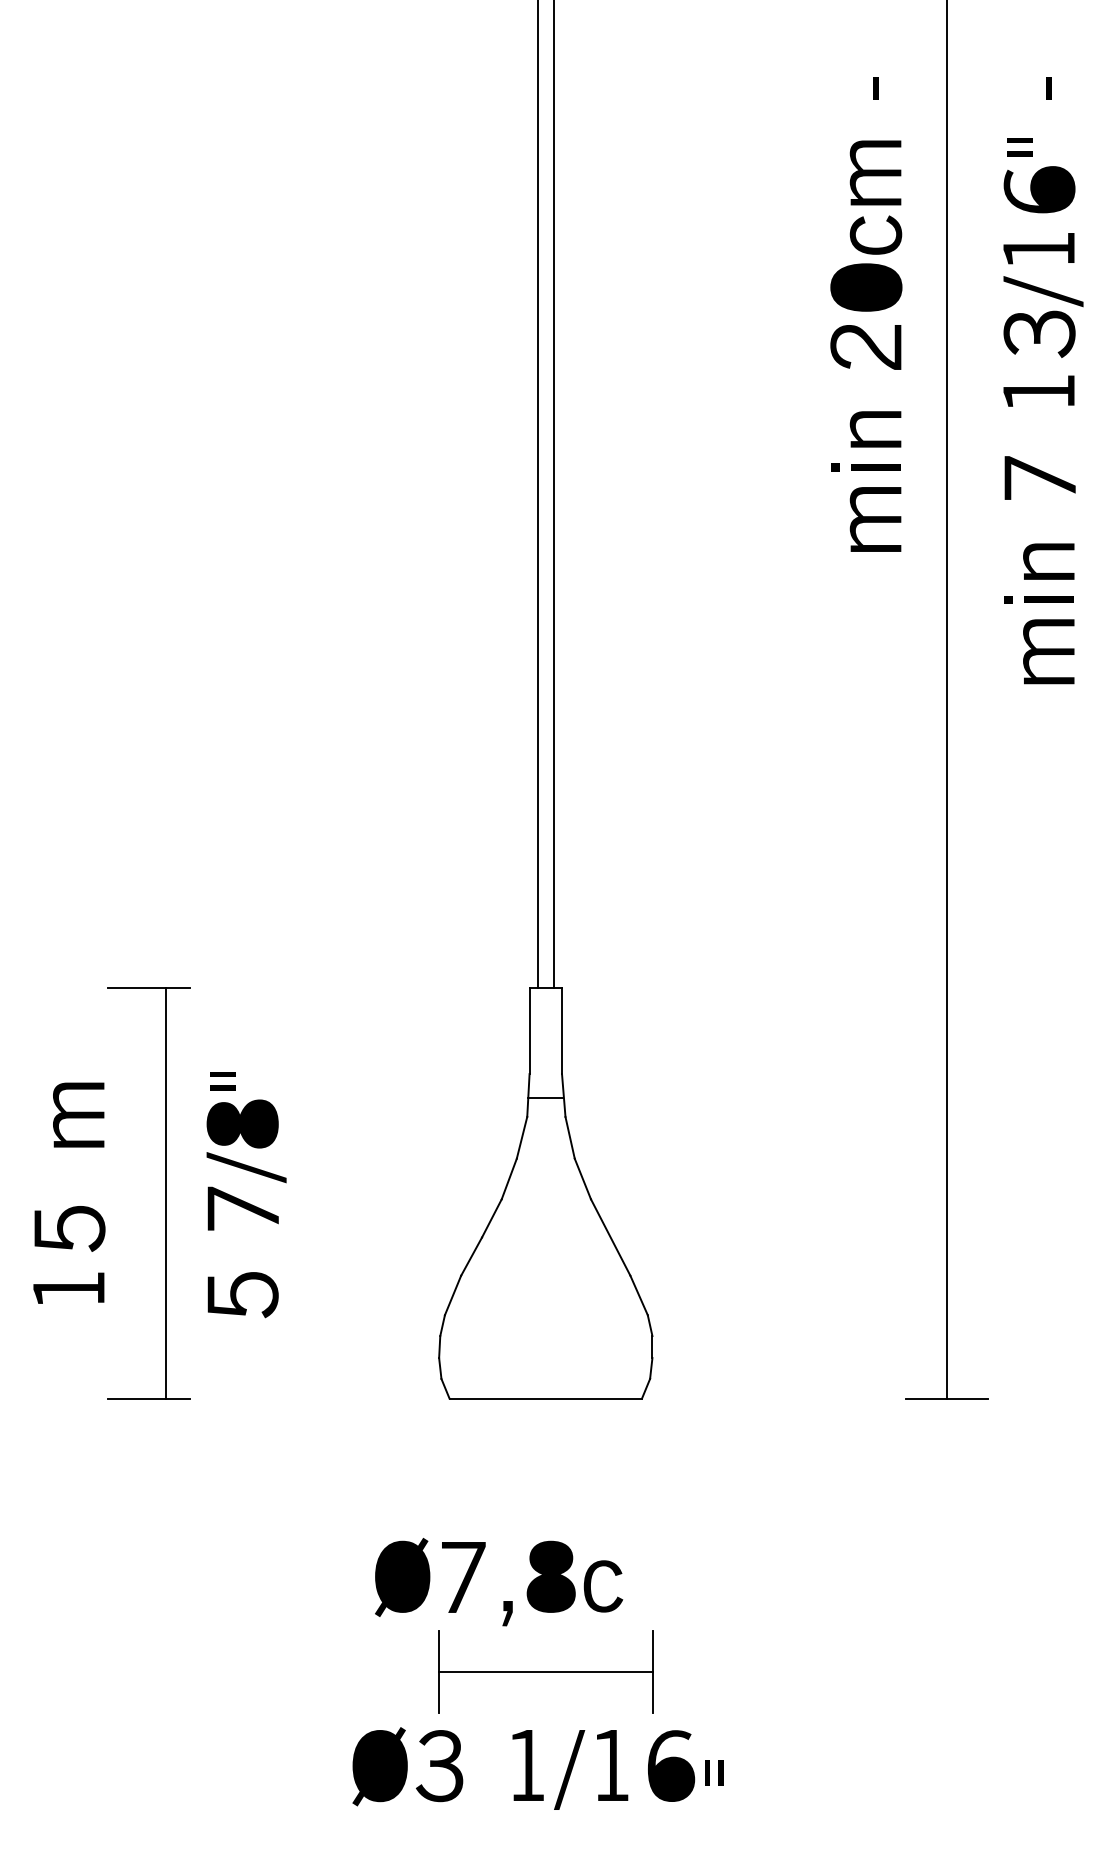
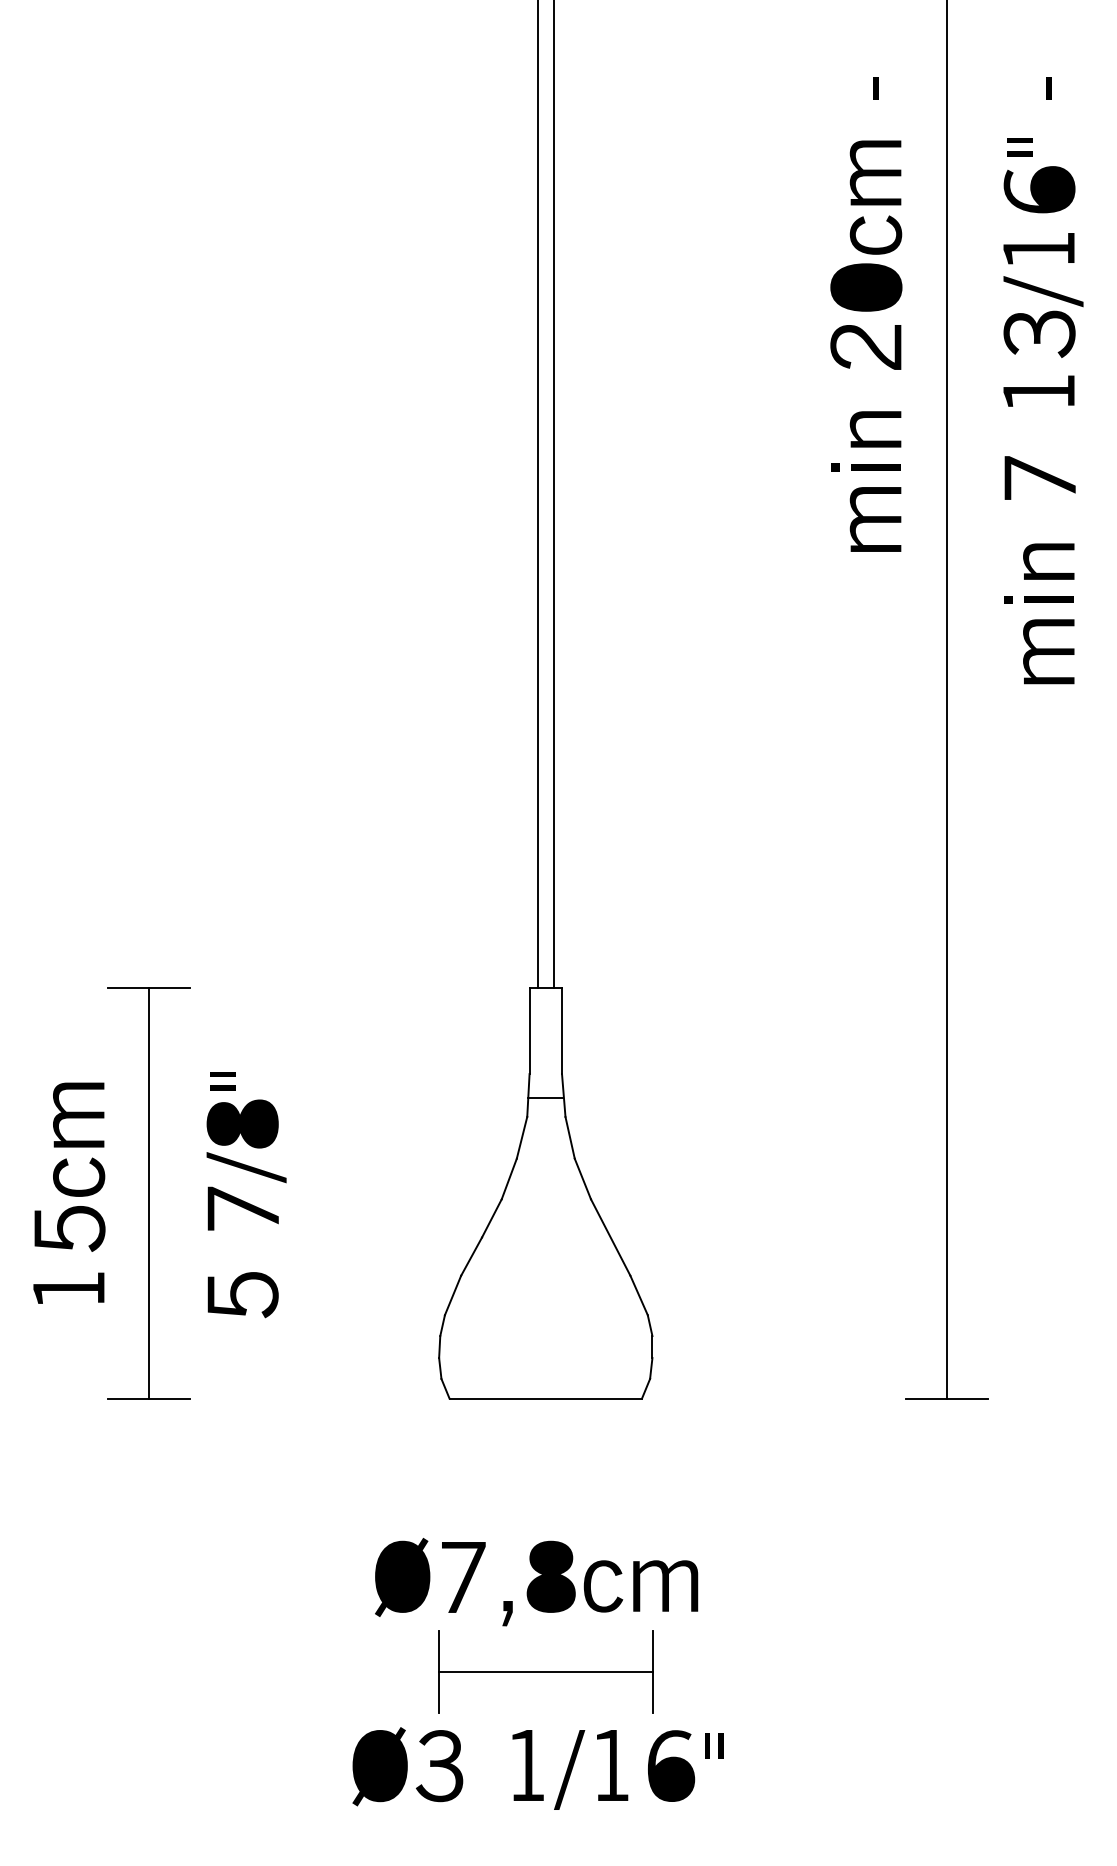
part at (79, 1189): none -> present
line at (165, 1192) position: (165, 1192) -> (148, 1192)
fill at (665, 1585): none -> present
part at (714, 1772) position: (714, 1772) -> (714, 1745)
